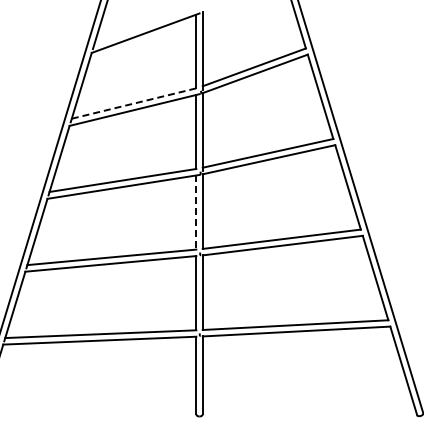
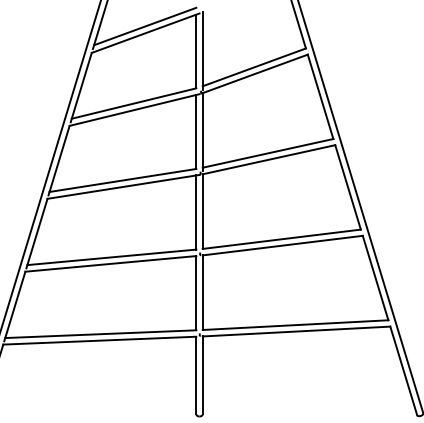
line at (145, 26): none -> present
line at (134, 103): dashed -> solid
line at (196, 213): dashed -> solid
